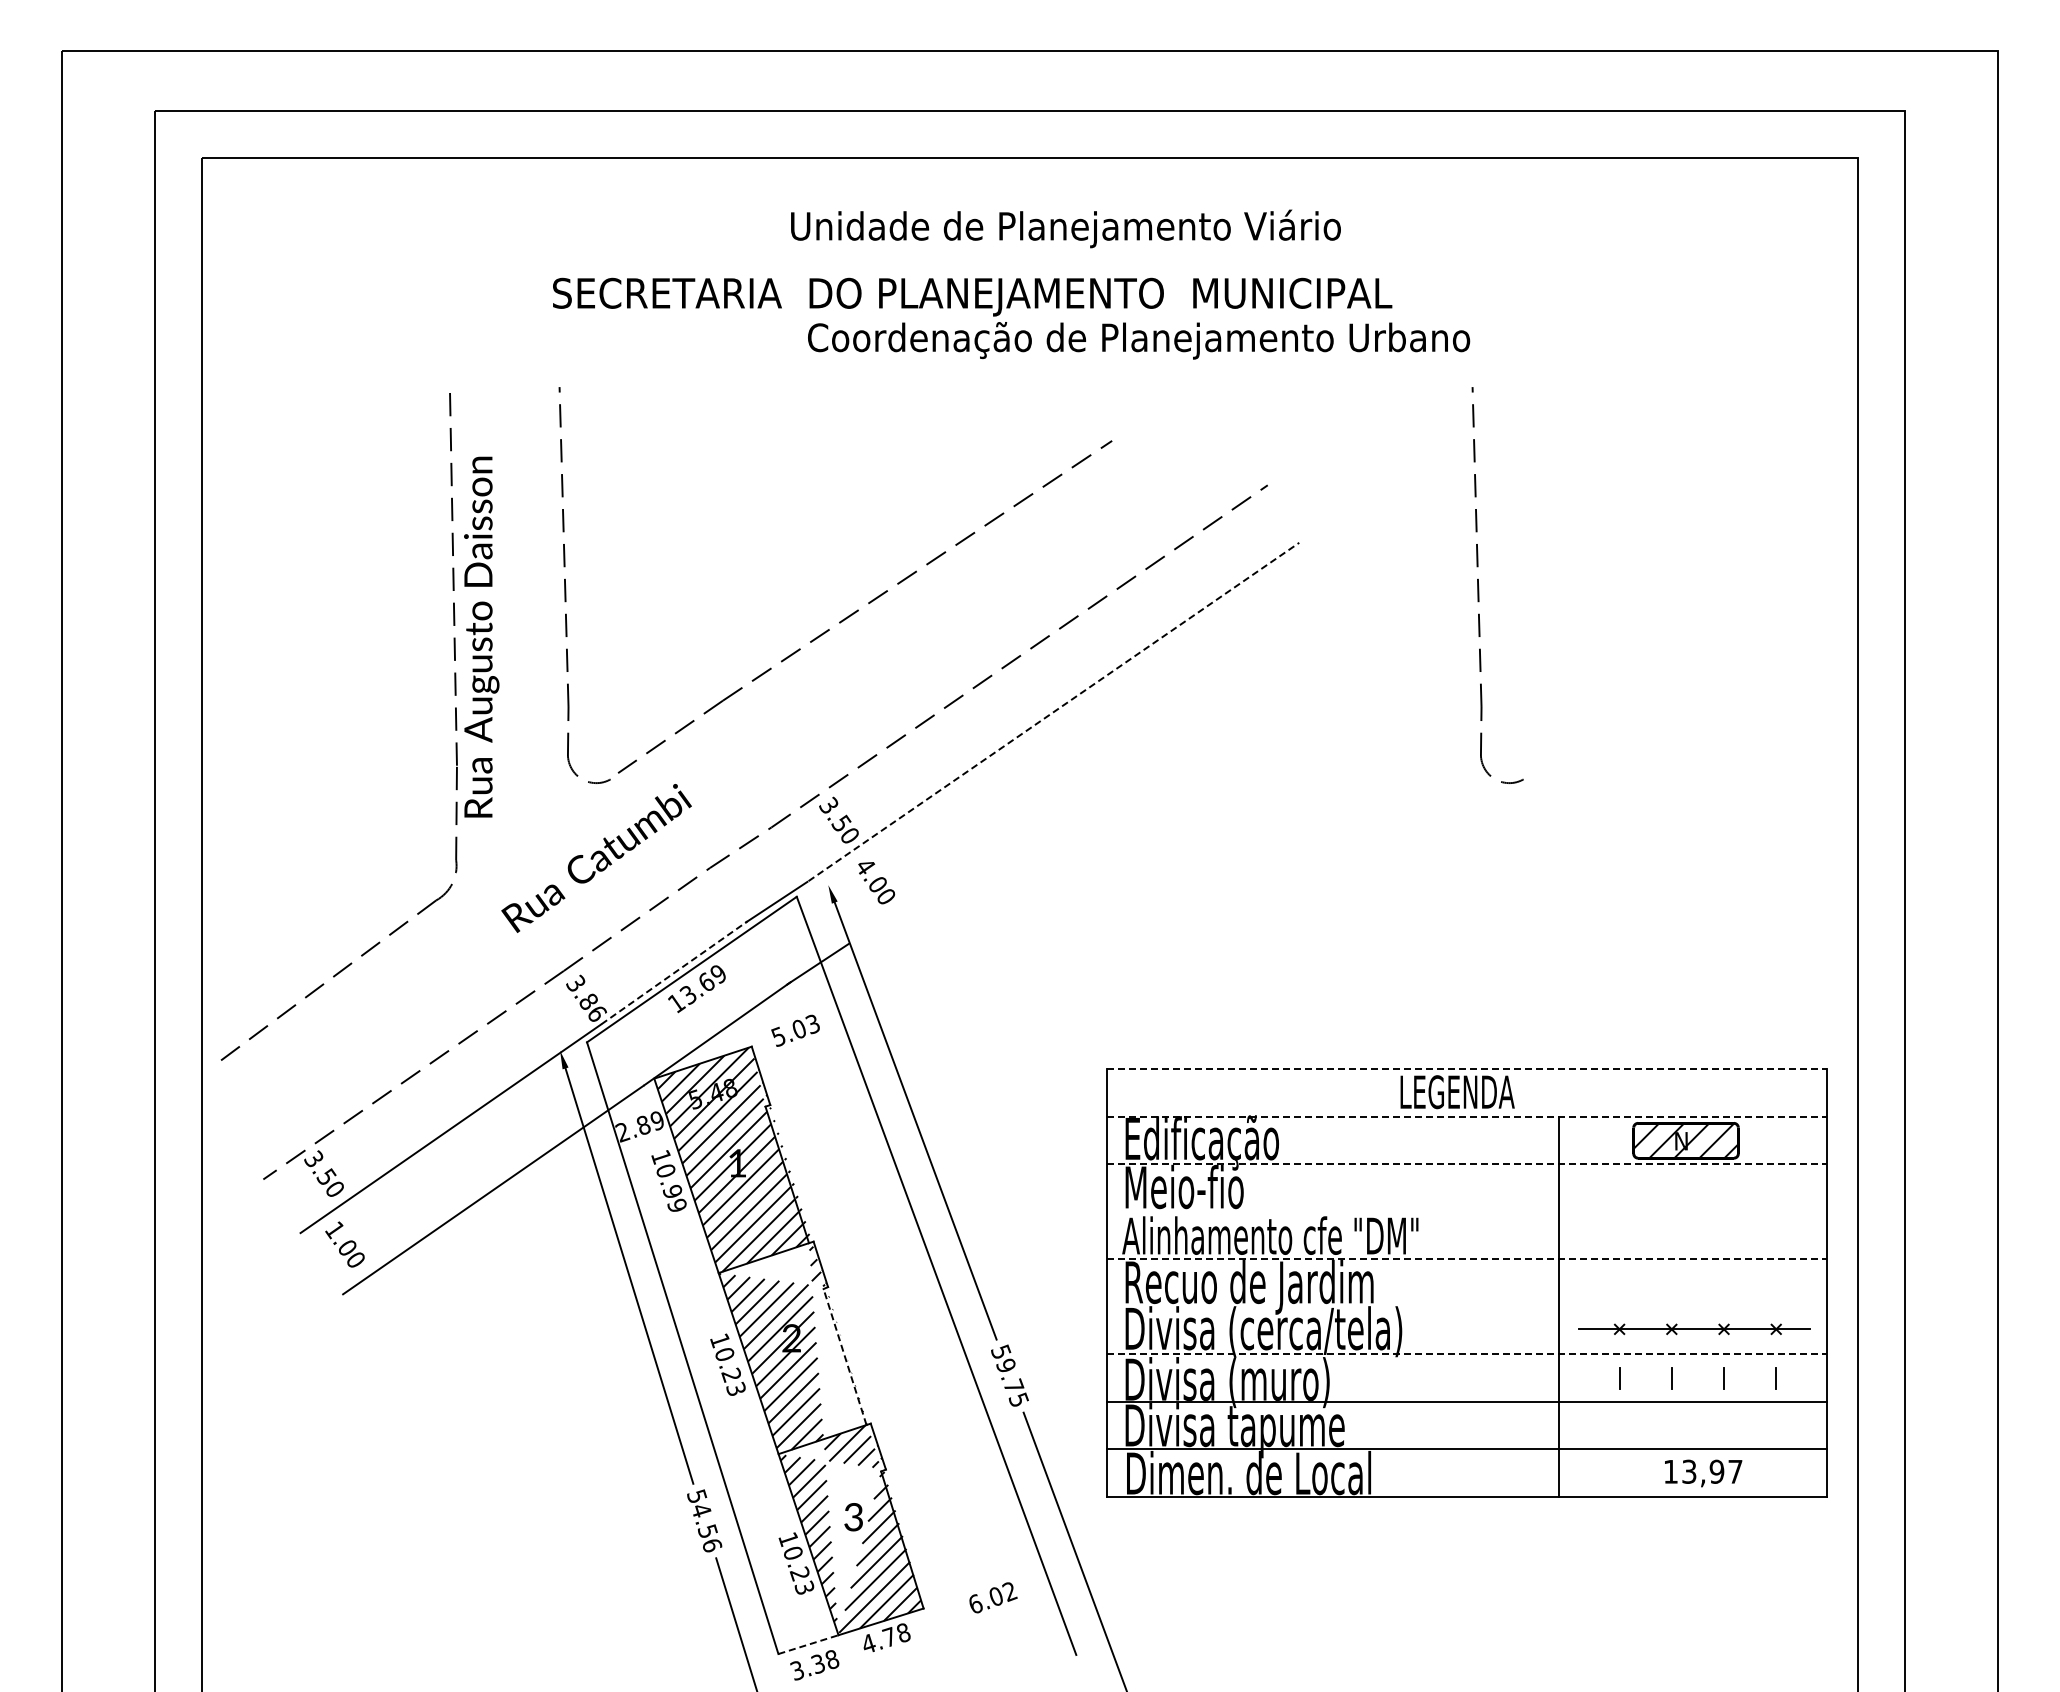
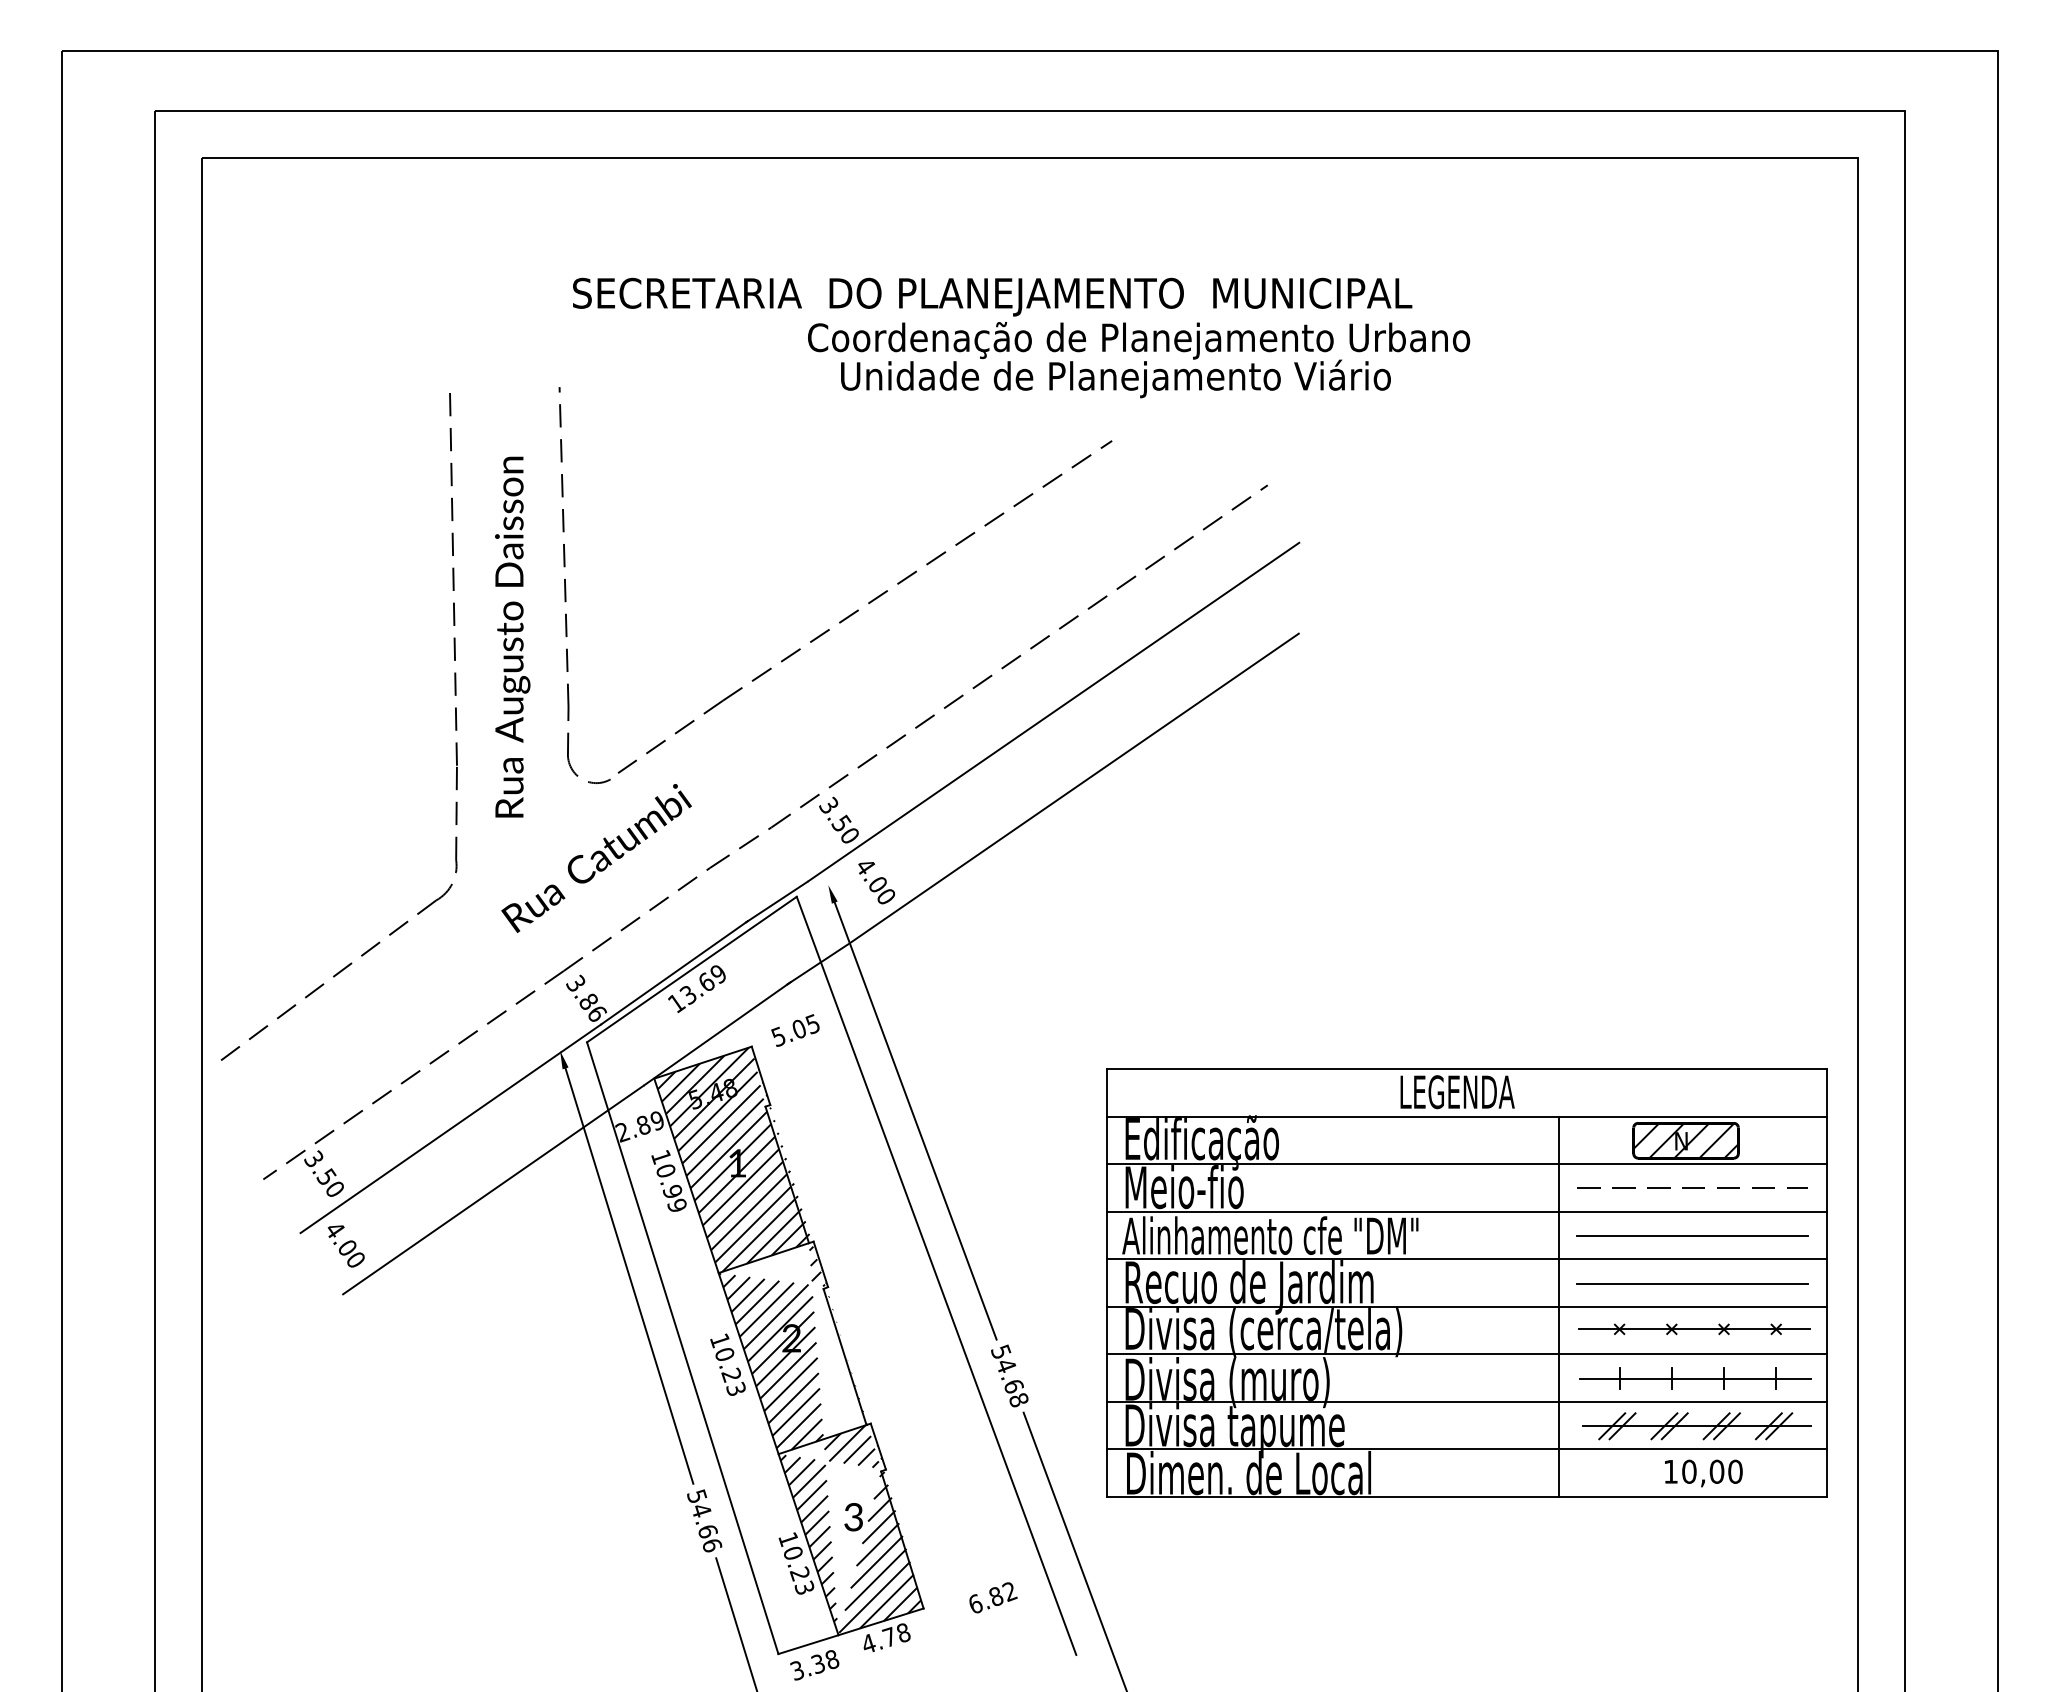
text at (1065, 228) position: (1065, 228) -> (1115, 378)
text at (972, 296) position: (972, 296) -> (992, 296)
part at (1479, 586): present -> none
text at (481, 636) position: (481, 636) -> (512, 636)
line at (1054, 711): dashed -> solid
line at (1074, 787): none -> present
line at (674, 972): dashed -> solid
text at (812, 1022): 5.03 -> 5.05
line at (1467, 1069): dashed -> solid
line at (1467, 1116): dashed -> solid
line at (1467, 1164): dashed -> solid
line at (1692, 1187): none -> present
line at (1467, 1211): none -> present
text at (334, 1230): 1.00 -> 4.00
line at (1692, 1236): none -> present
line at (1467, 1259): dashed -> solid
line at (1692, 1283): none -> present
line at (1467, 1306): none -> present
line at (1467, 1354): dashed -> solid
line at (844, 1356): dashed -> solid
line at (1694, 1378): none -> present
text at (1012, 1382): 59.75 -> 54.68
part at (1696, 1426): none -> present
text at (1712, 1471): 13,97 -> 10,00
text at (707, 1531): 54.56 -> 54.66
text at (996, 1596): 6.02 -> 6.82
line at (808, 1644): dashed -> solid
